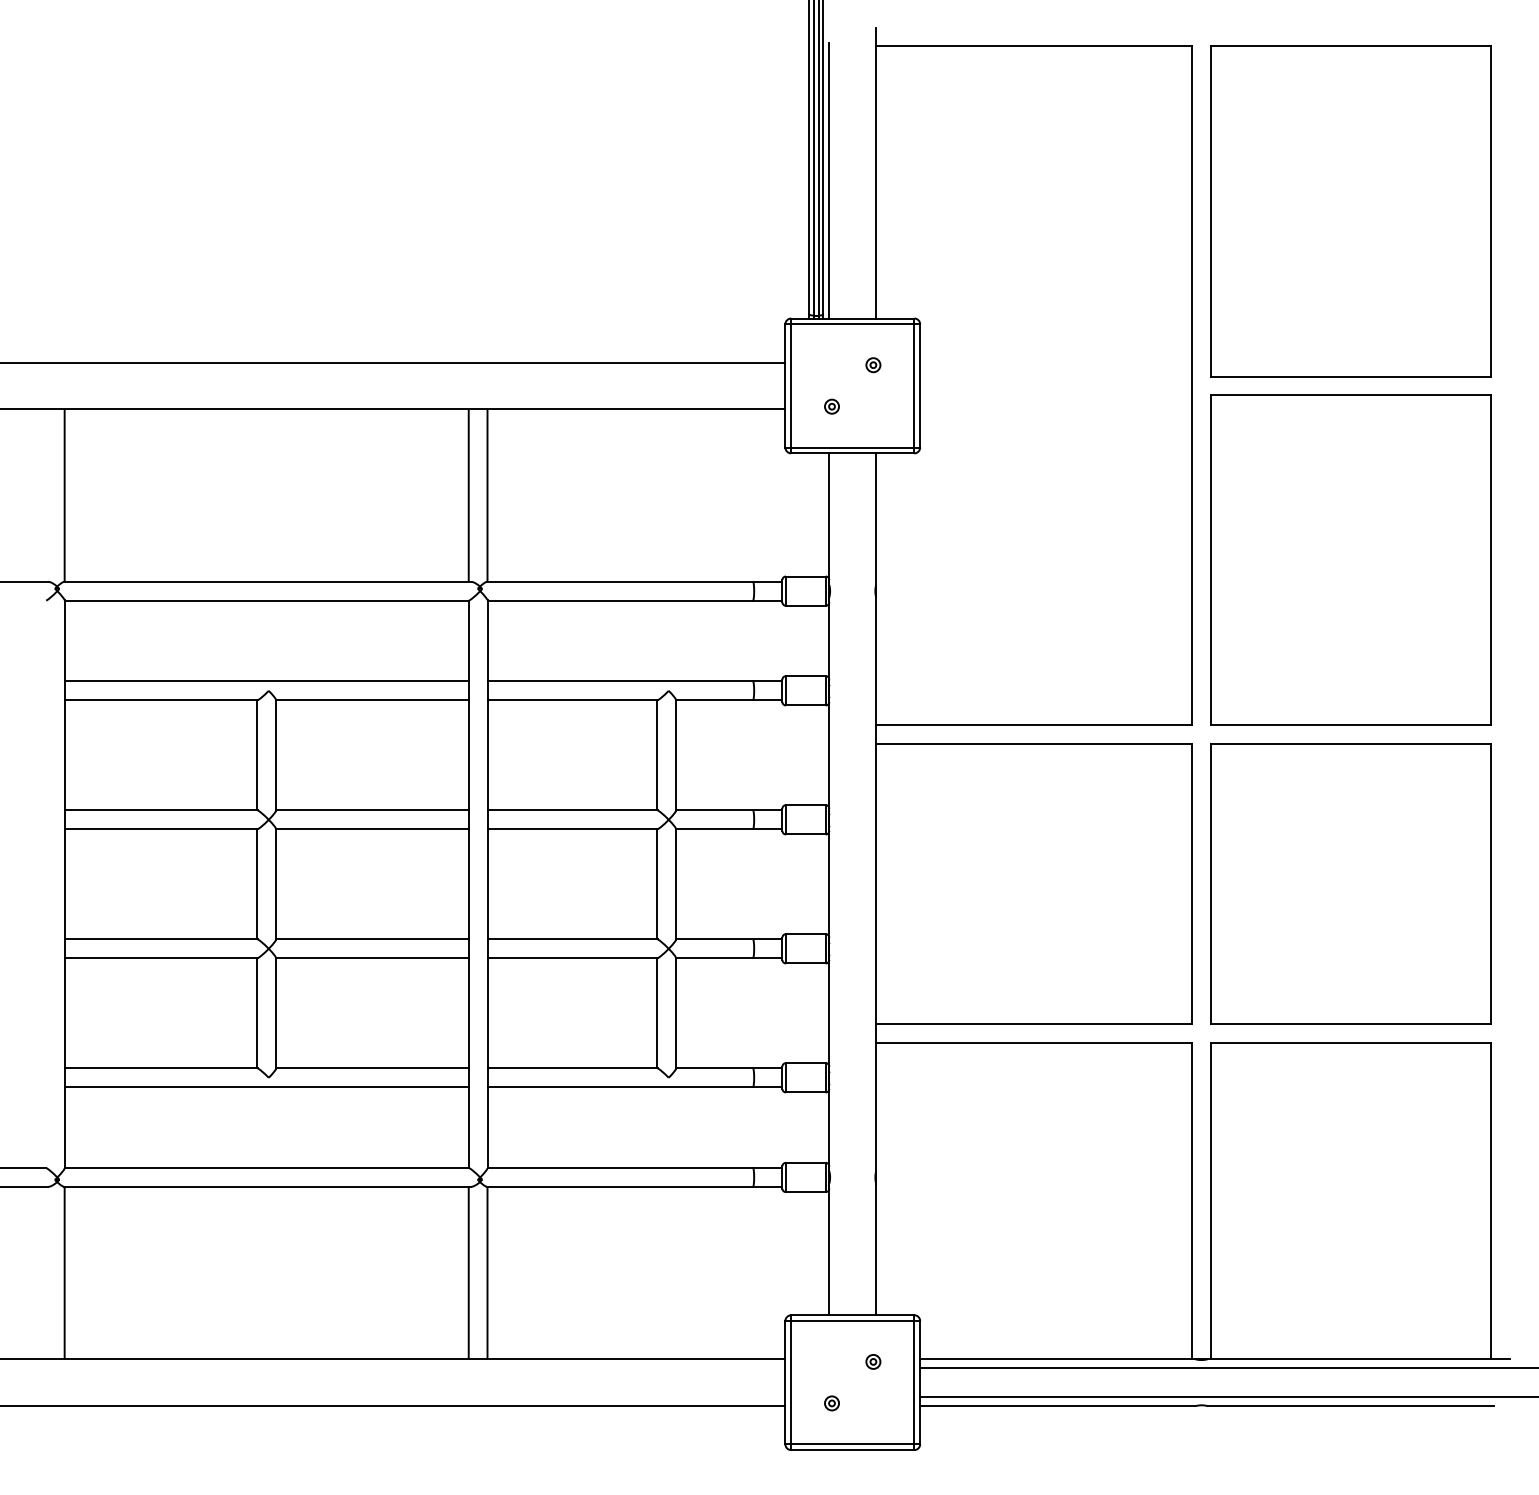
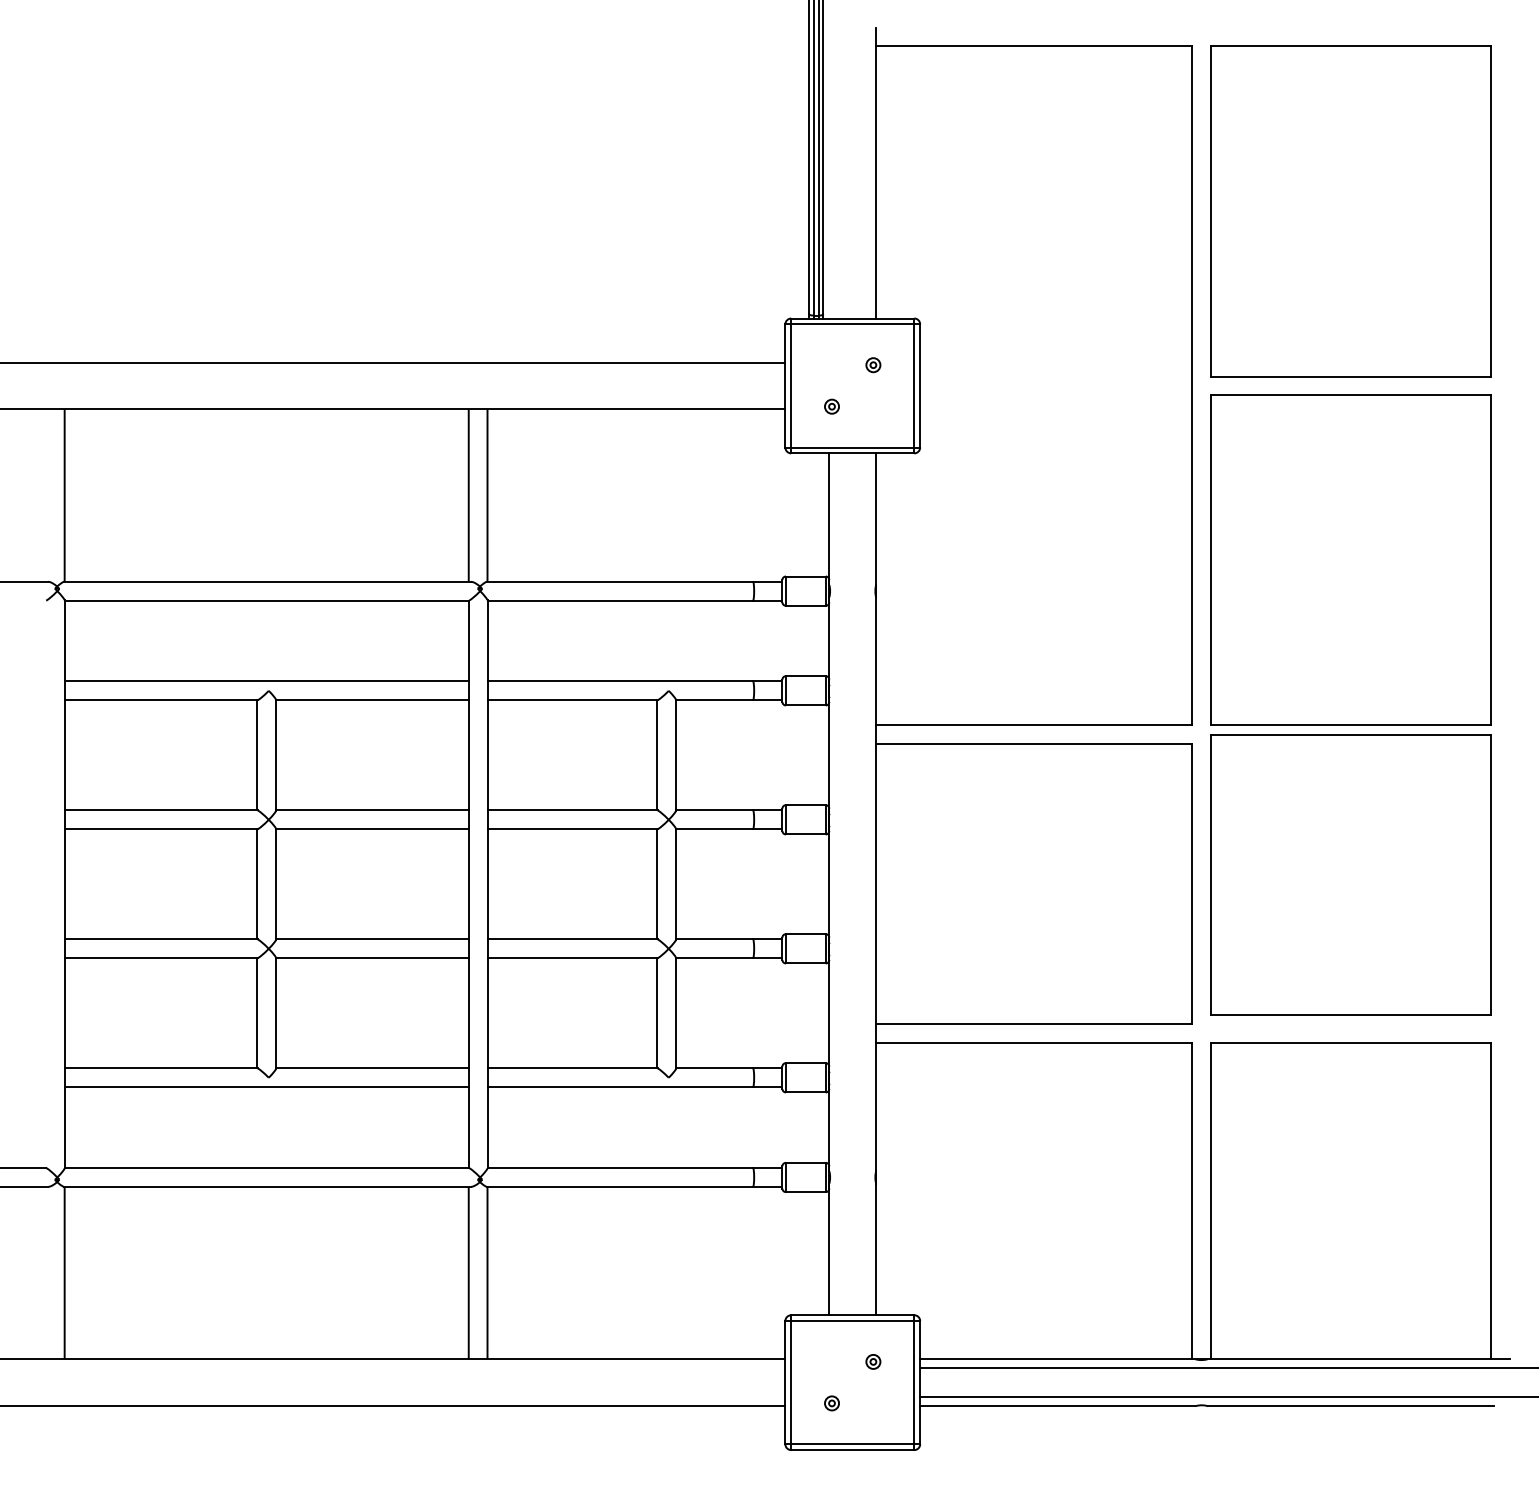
line at (829, 180): present -> none
part at (1350, 883) position: (1350, 883) -> (1350, 874)
